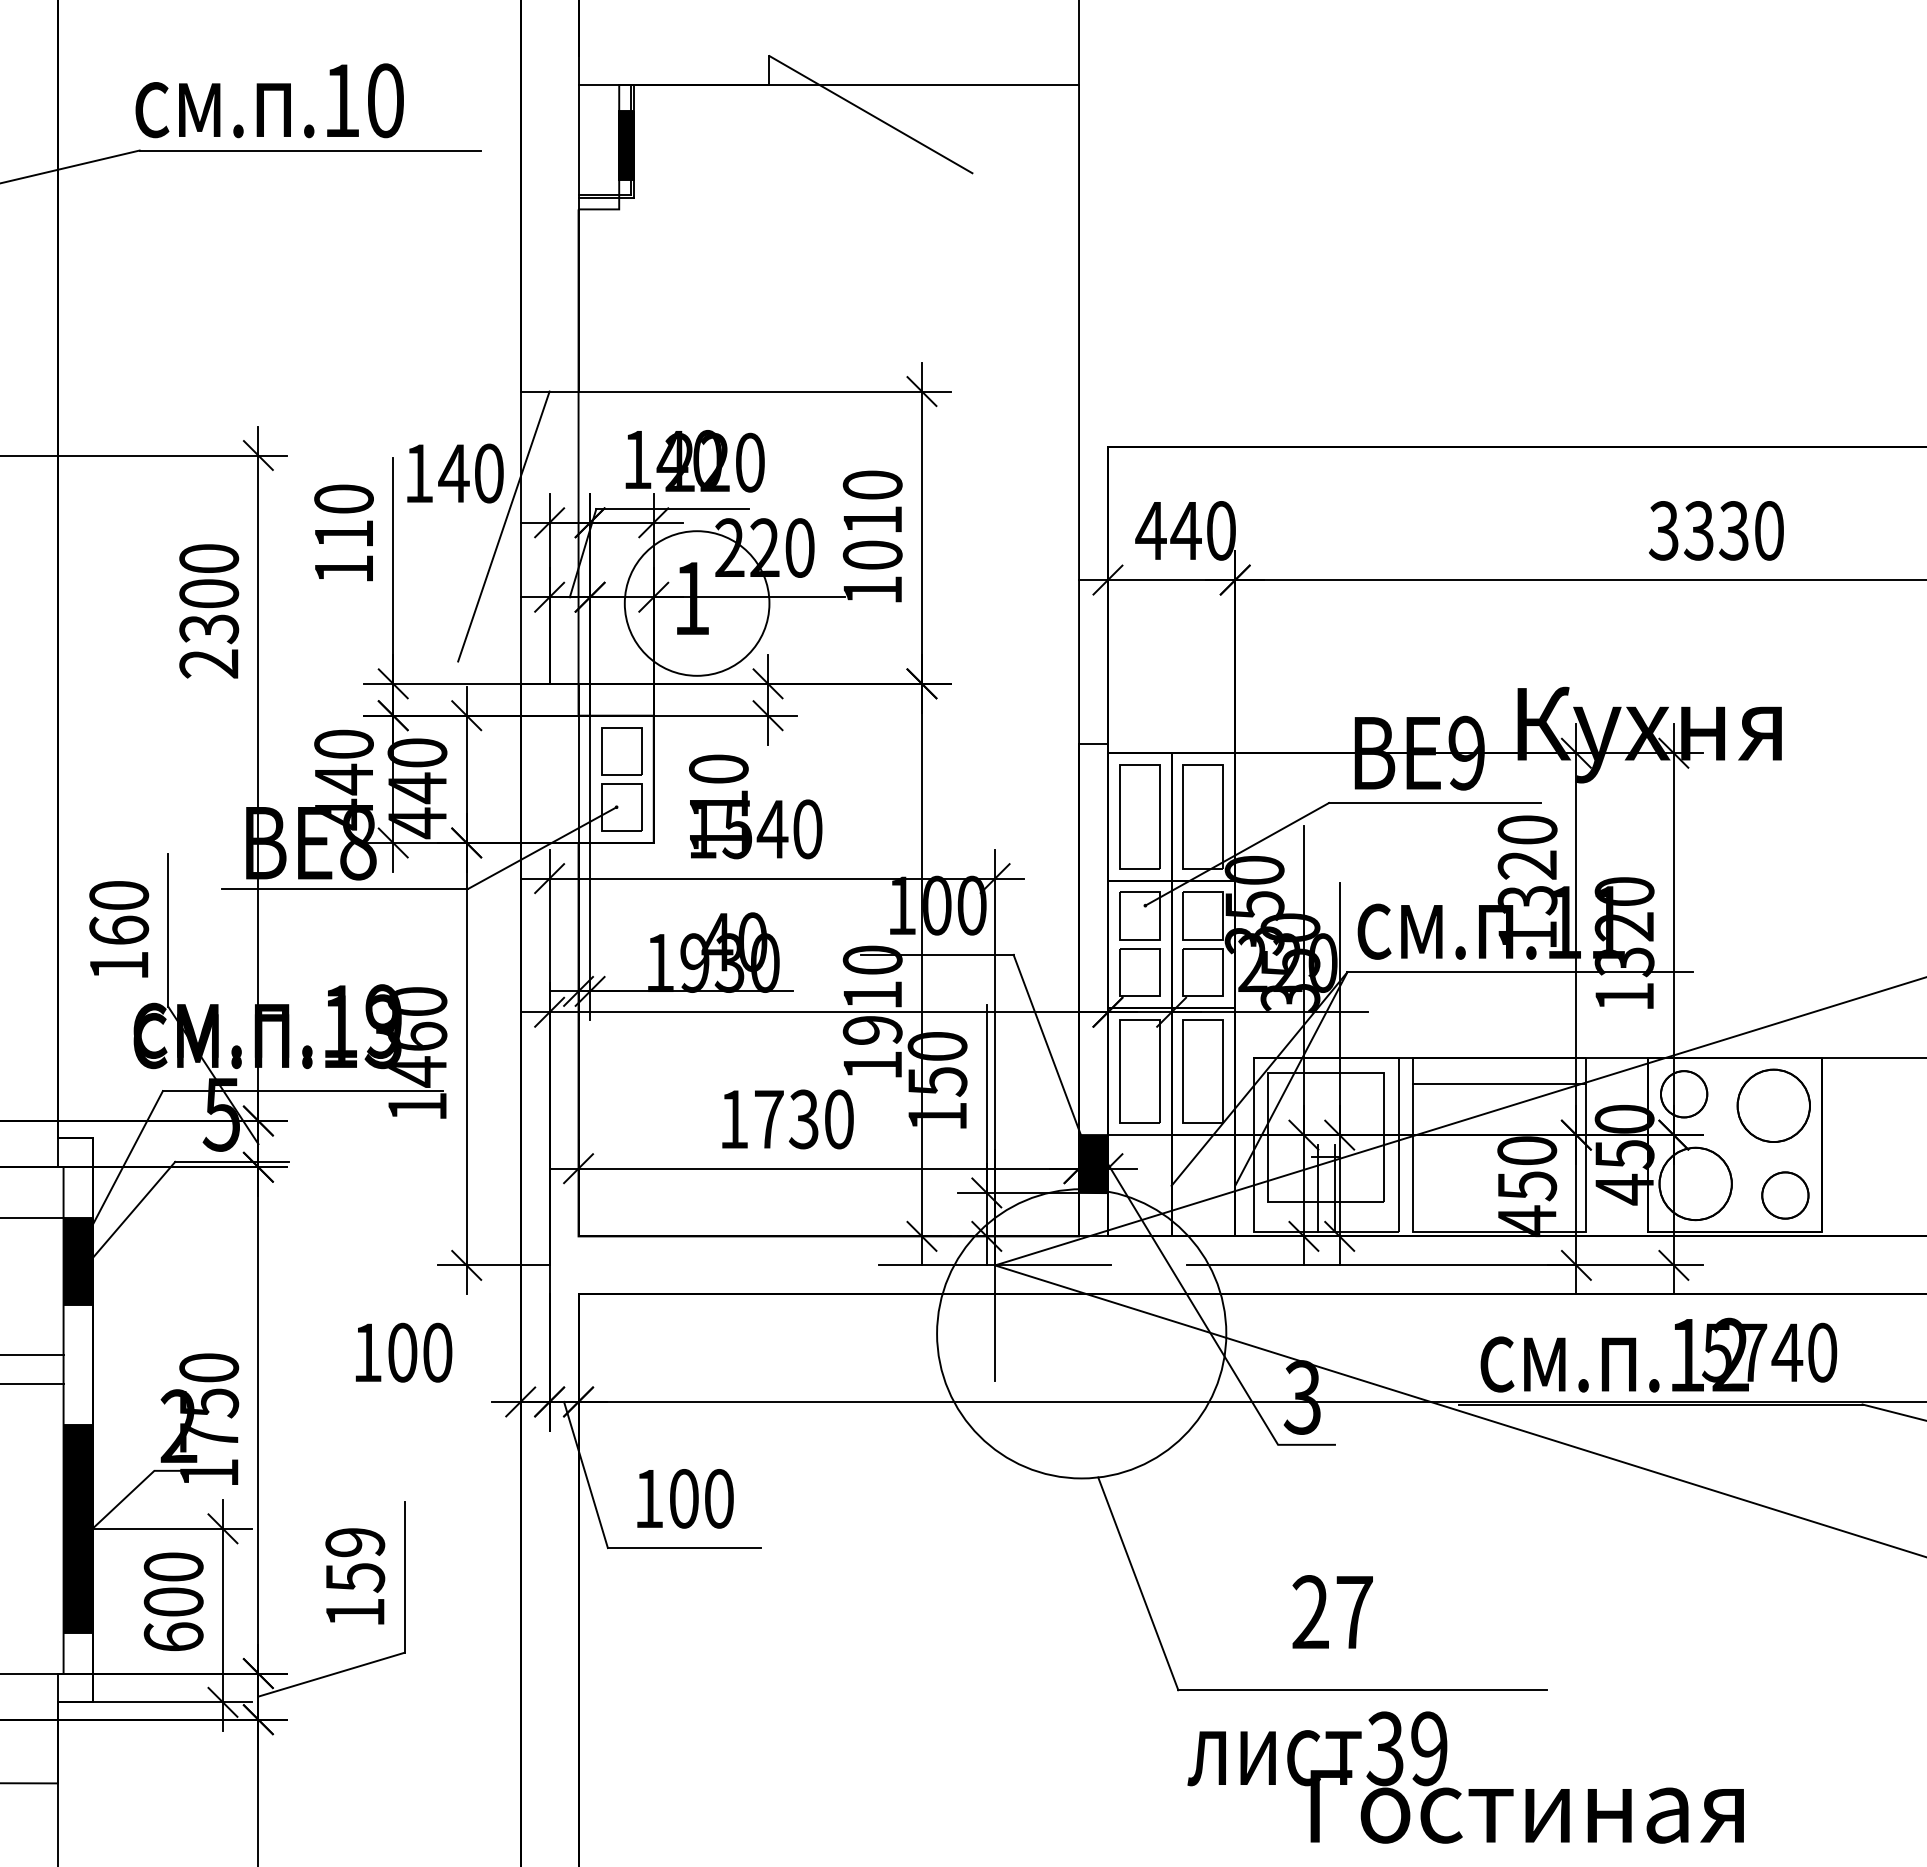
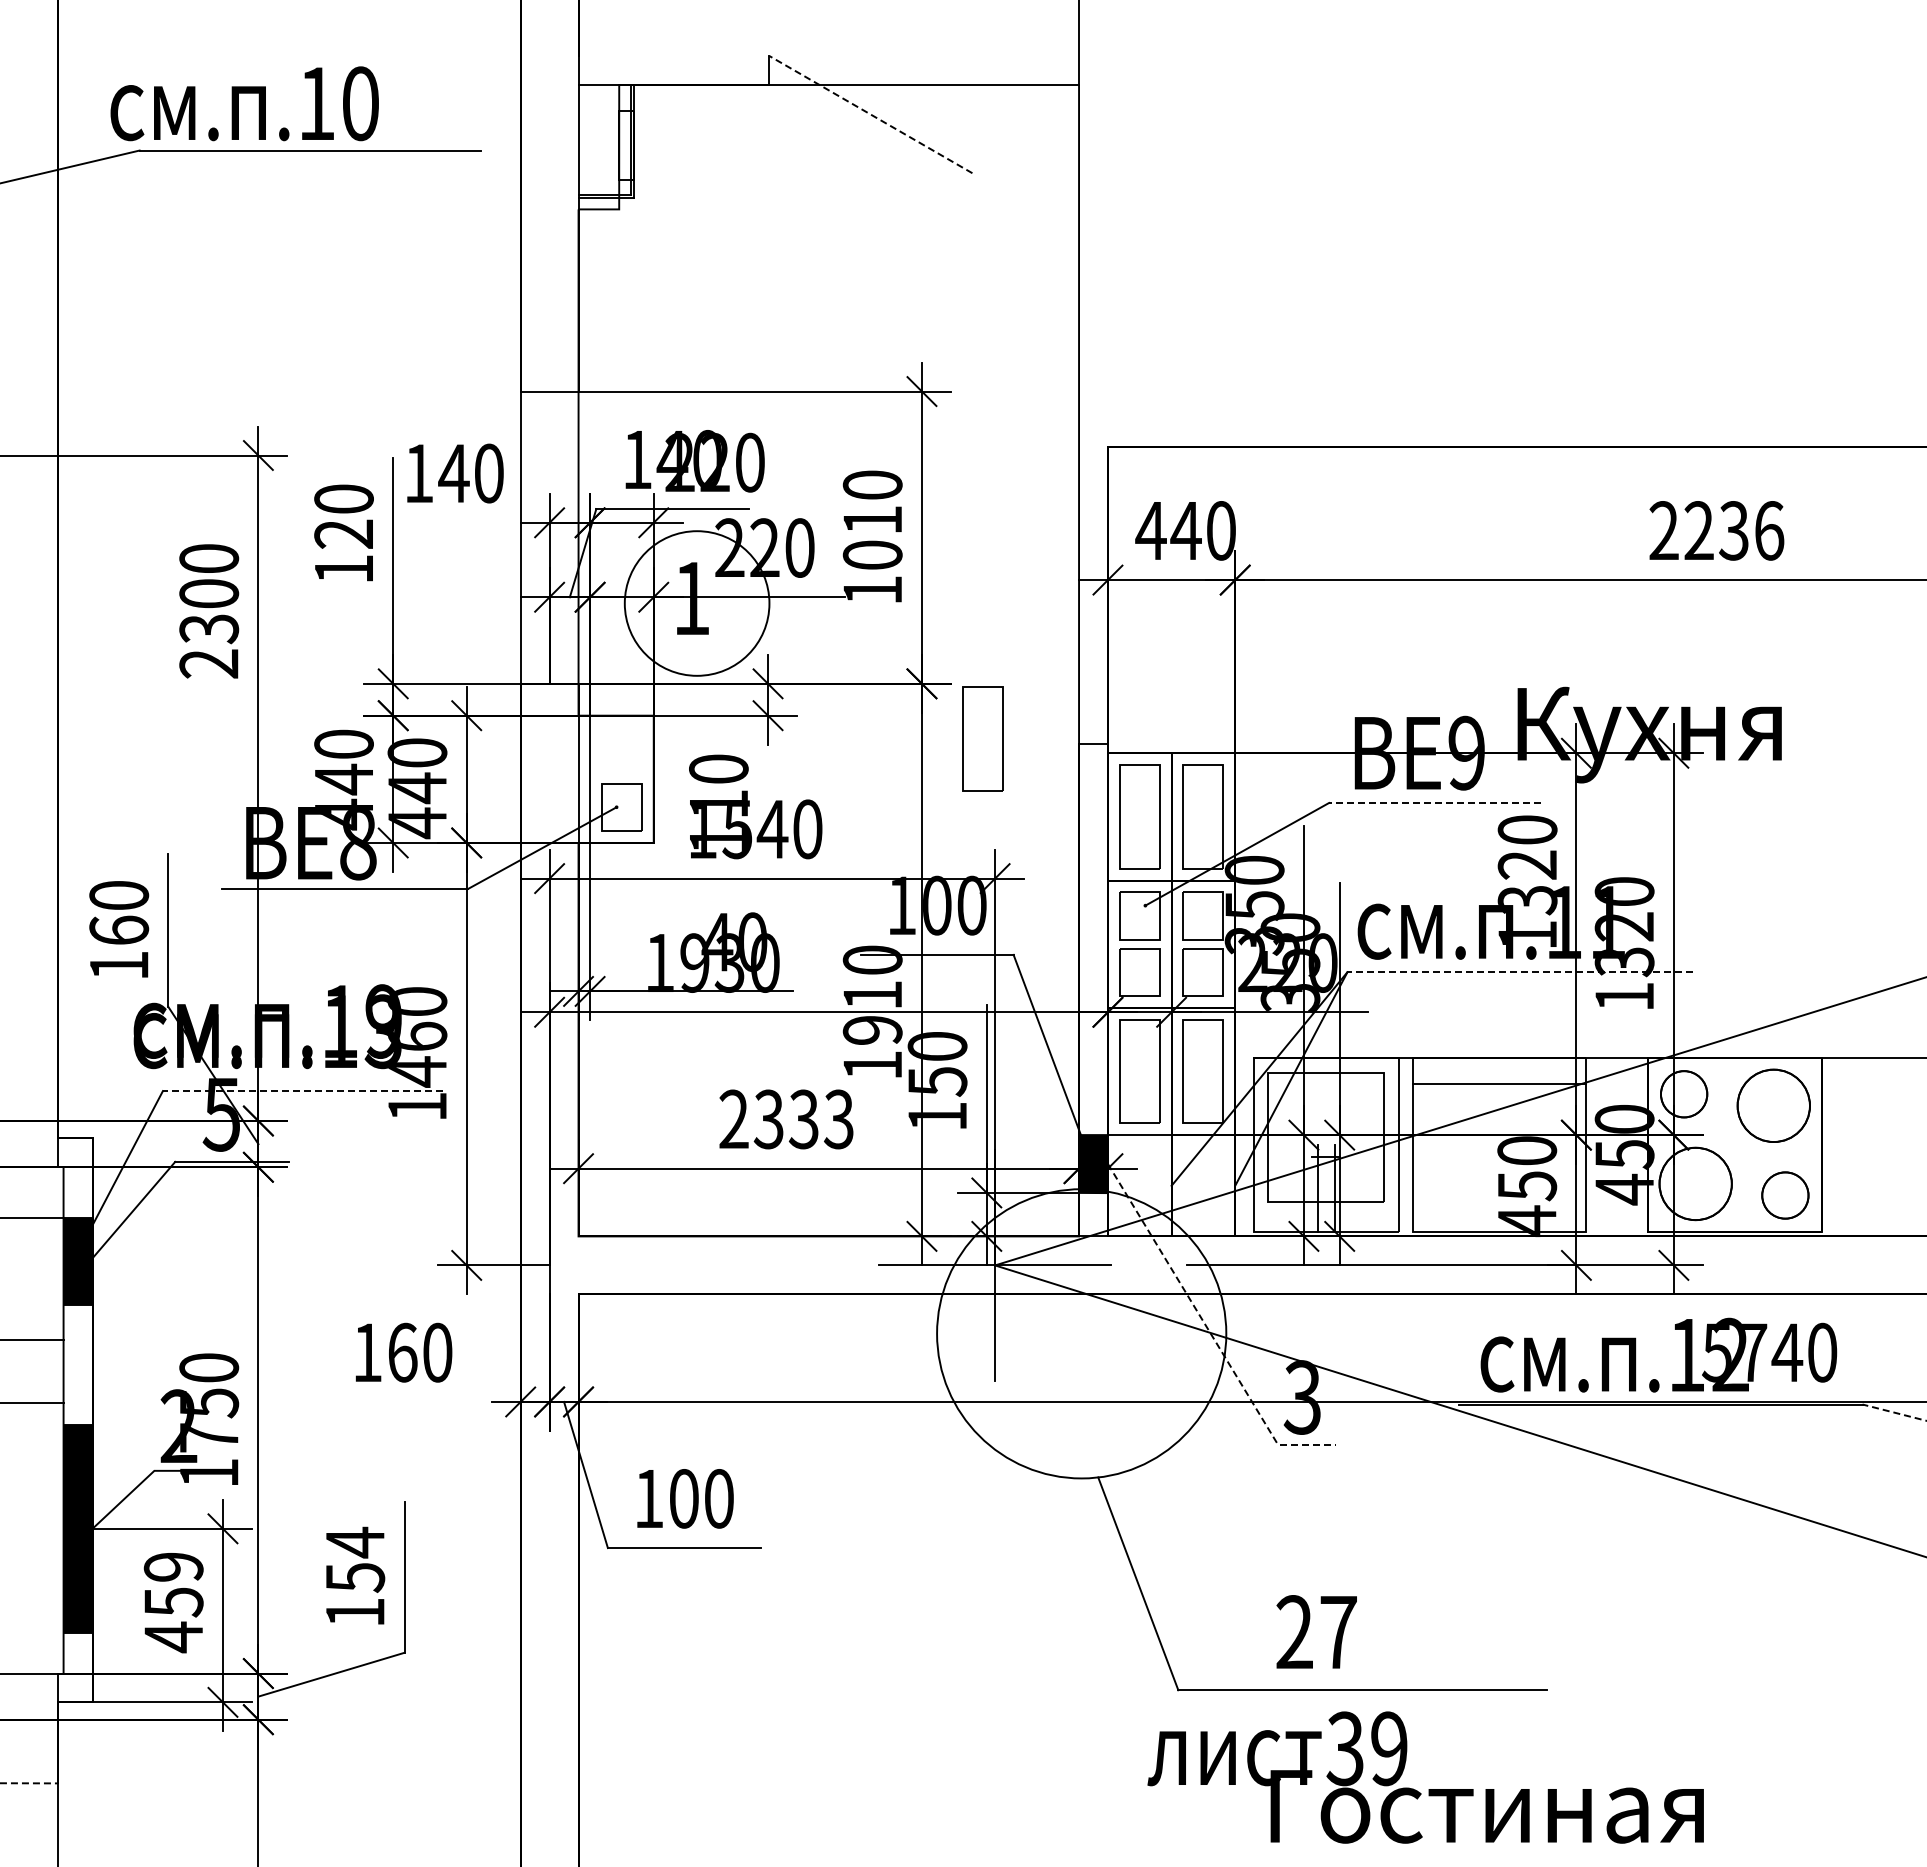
text at (269, 100) position: (269, 100) -> (244, 103)
line at (870, 114): solid -> dashed
fill at (626, 145): present -> none
line at (503, 526): present -> none
text at (1716, 530): 3330 -> 2236
text at (343, 533): 110 -> 120
part at (982, 738): none -> present
part at (621, 751): present -> none
line at (1434, 802): solid -> dashed
line at (1519, 972): solid -> dashed
line at (302, 1091): solid -> dashed
text at (786, 1119): 1730 -> 2333
line at (1208, 1329): solid -> dashed
text at (402, 1352): 100 -> 160
line at (32, 1355) position: (32, 1355) -> (32, 1340)
line at (32, 1384) position: (32, 1384) -> (32, 1403)
line at (1894, 1412): solid -> dashed
text at (355, 1542): 159 -> 154
text at (173, 1602): 600 -> 459
text at (1332, 1611) position: (1332, 1611) -> (1316, 1631)
text at (1465, 1777) position: (1465, 1777) -> (1425, 1777)
line at (29, 1783): solid -> dashed
